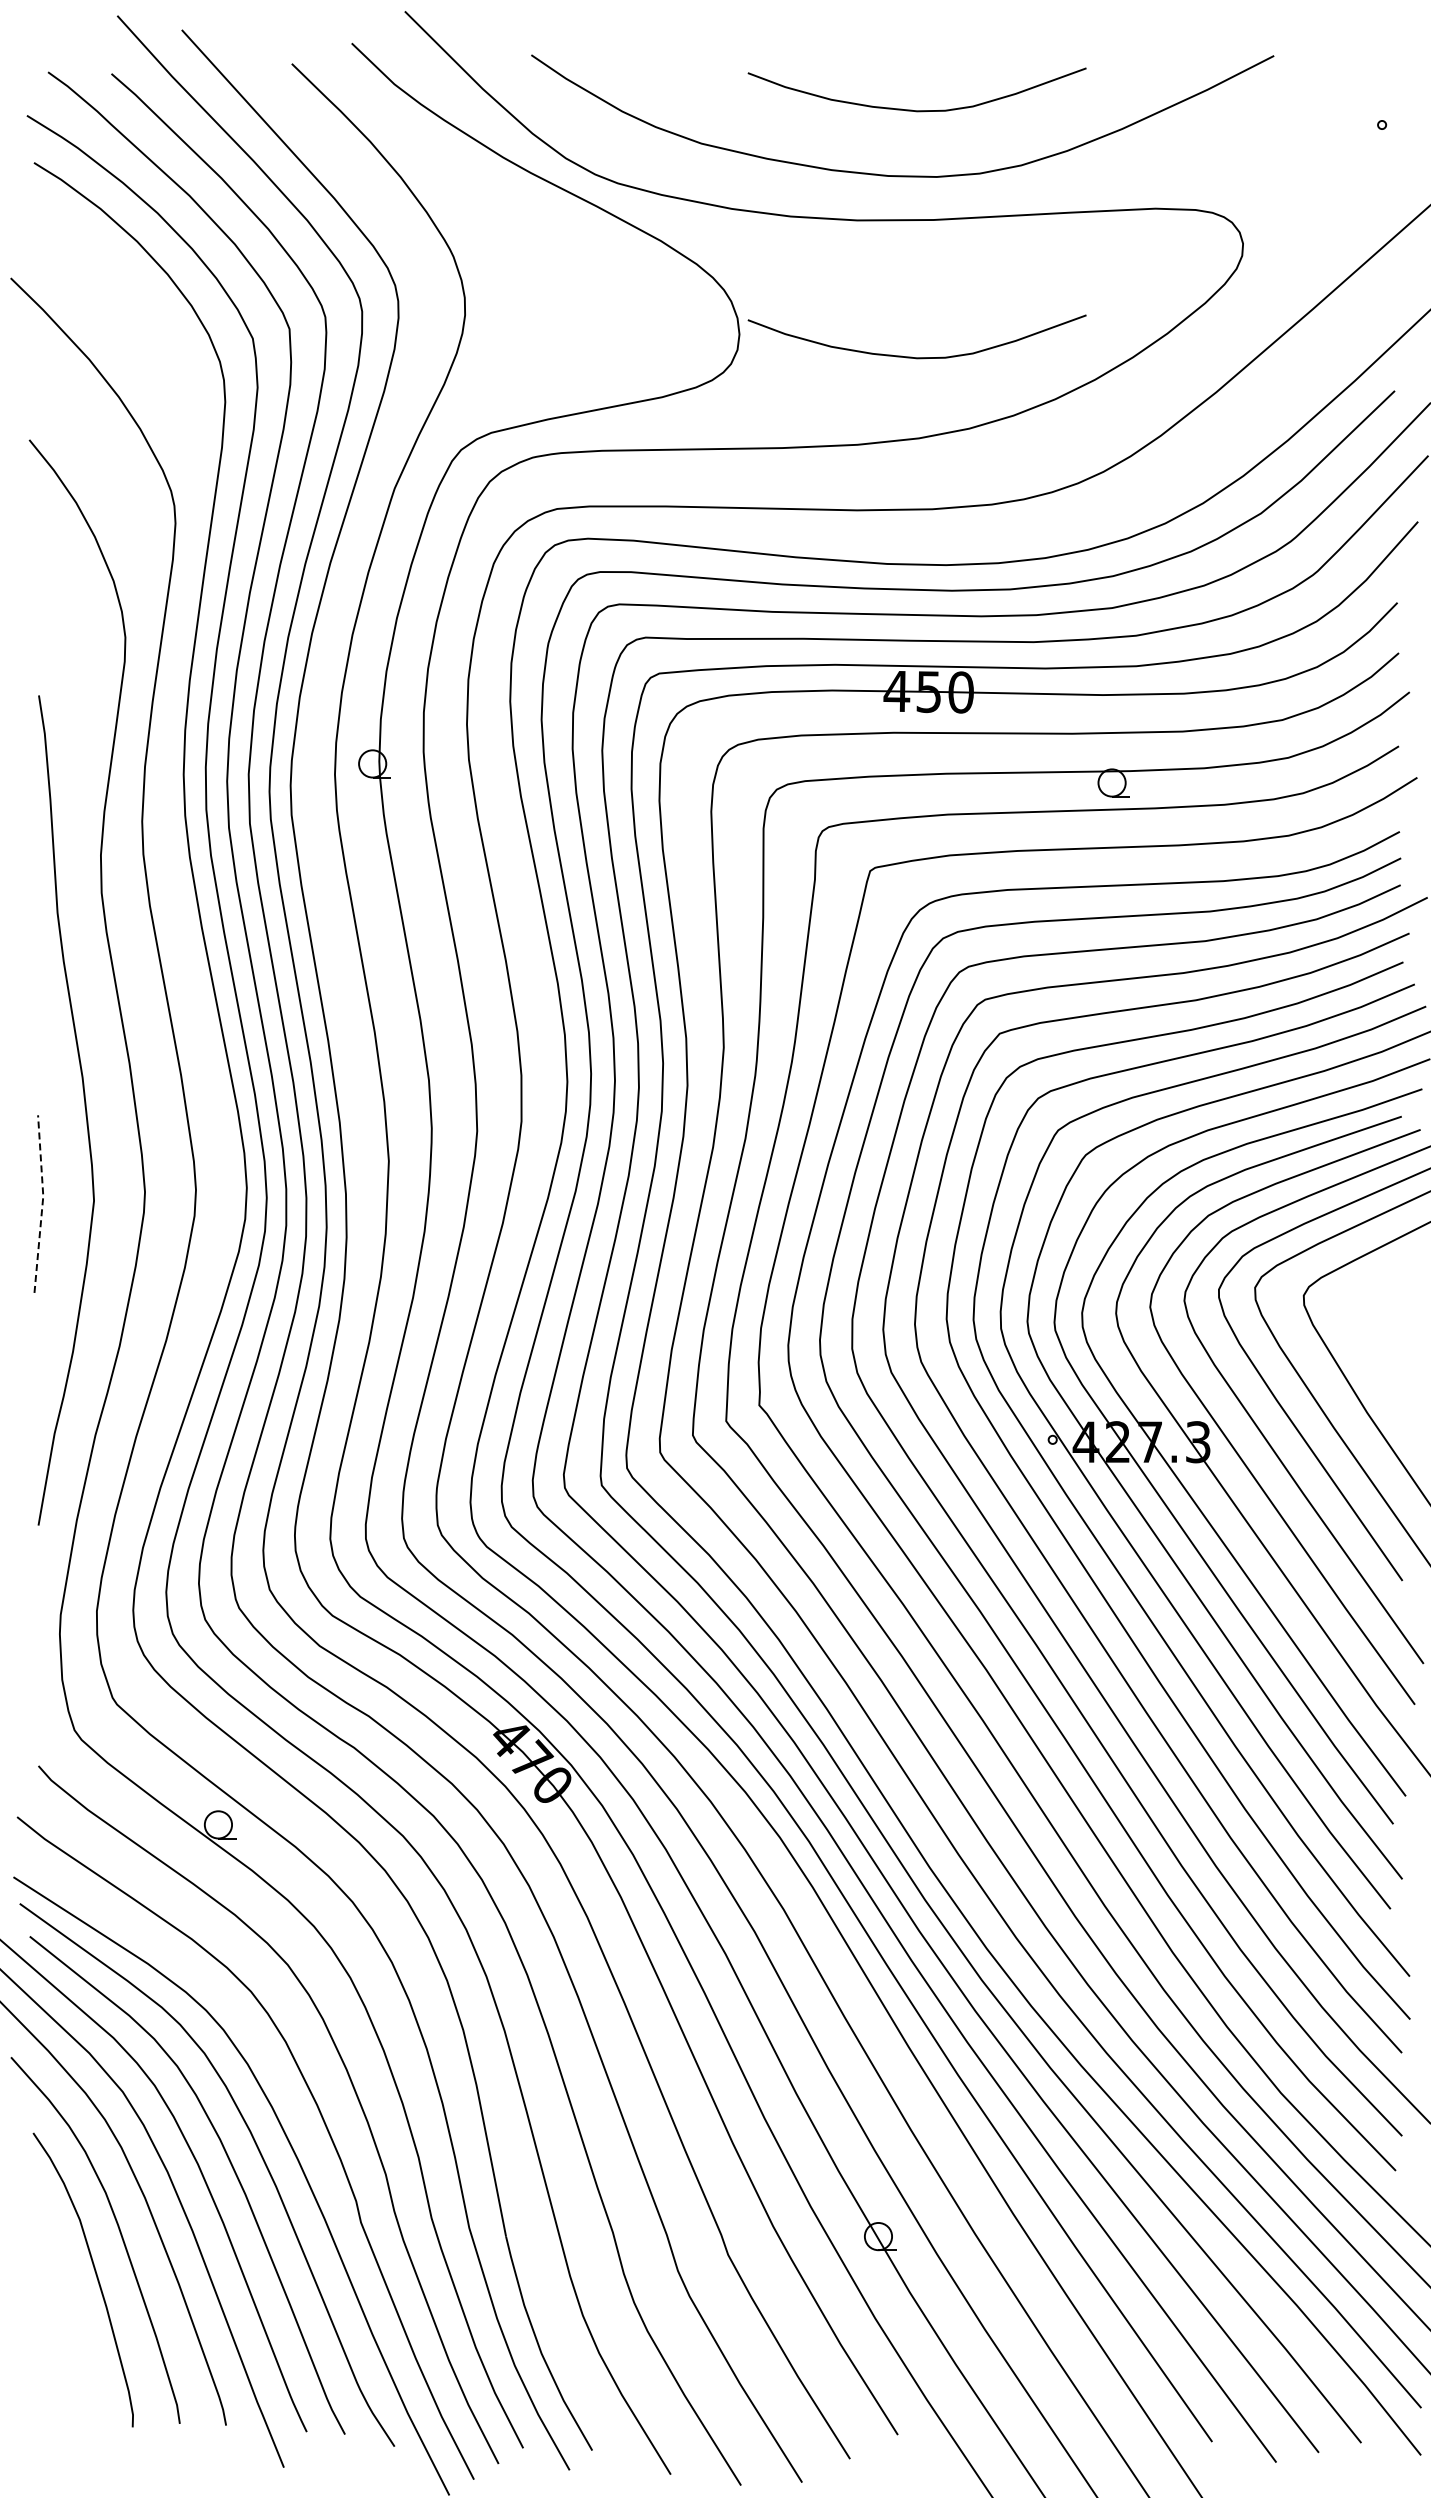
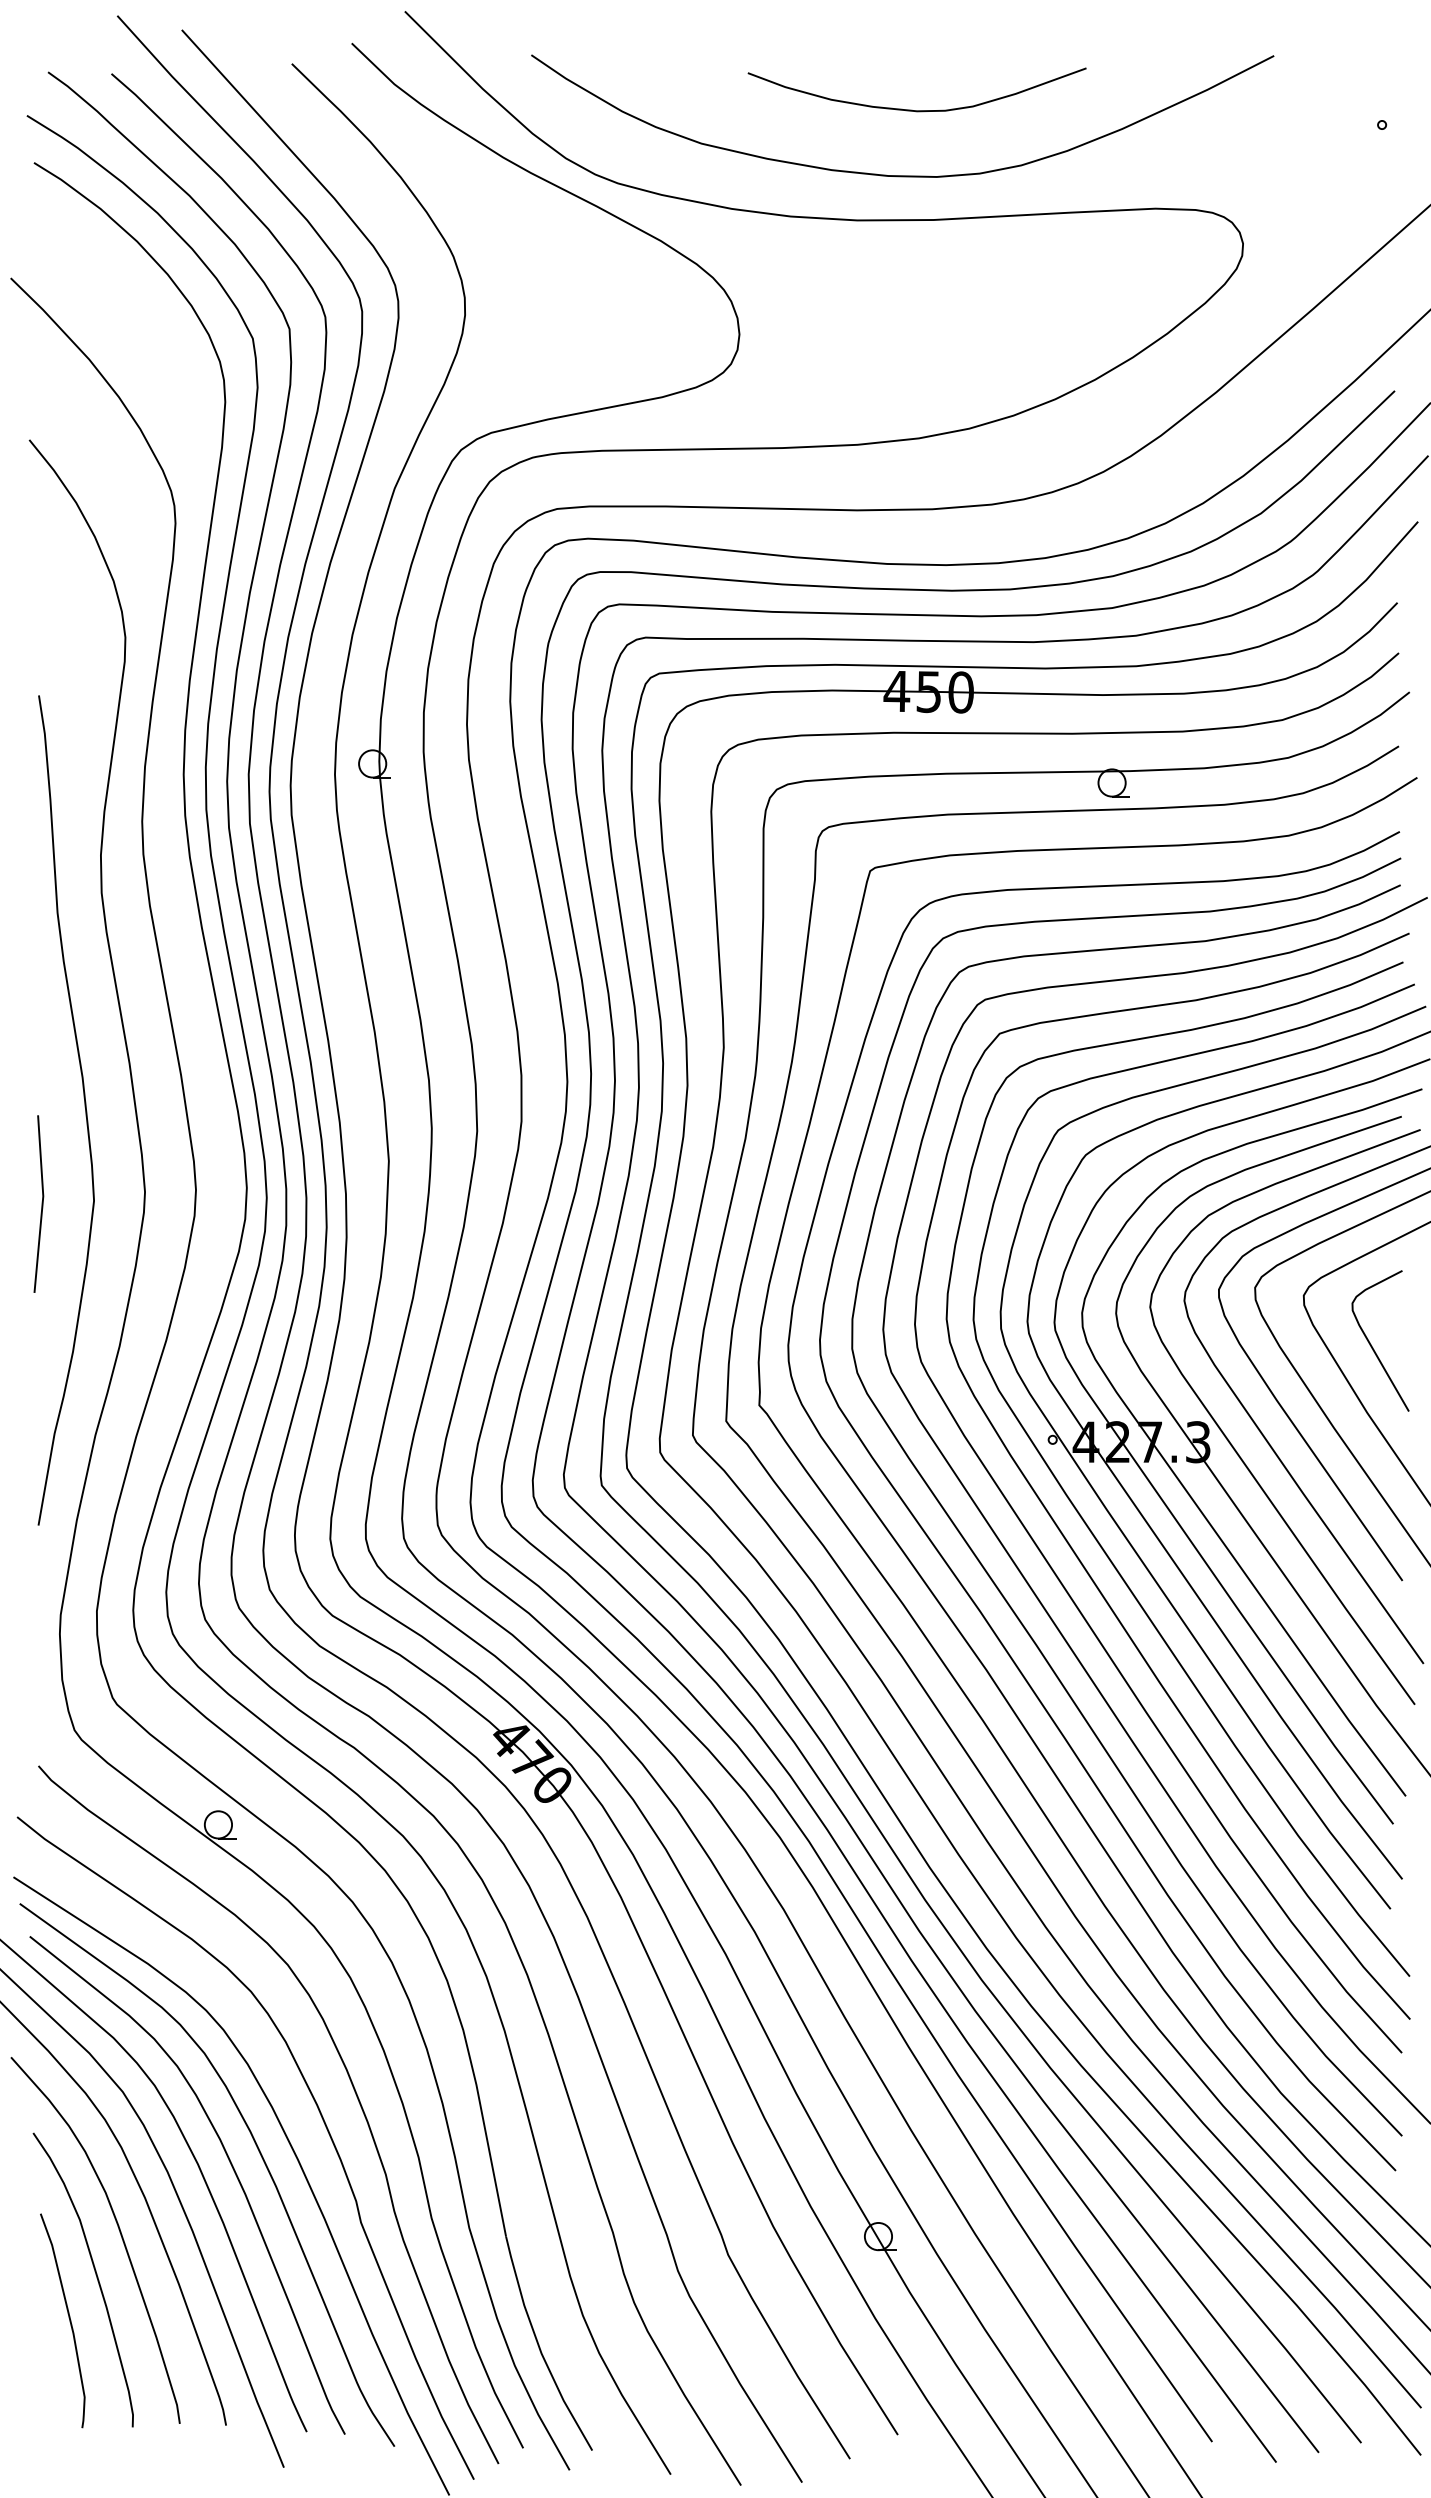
curve at (911, 356): present -> none
line at (42, 1203): dashed -> solid
curve at (1371, 1344): none -> present
curve at (68, 2318): none -> present
